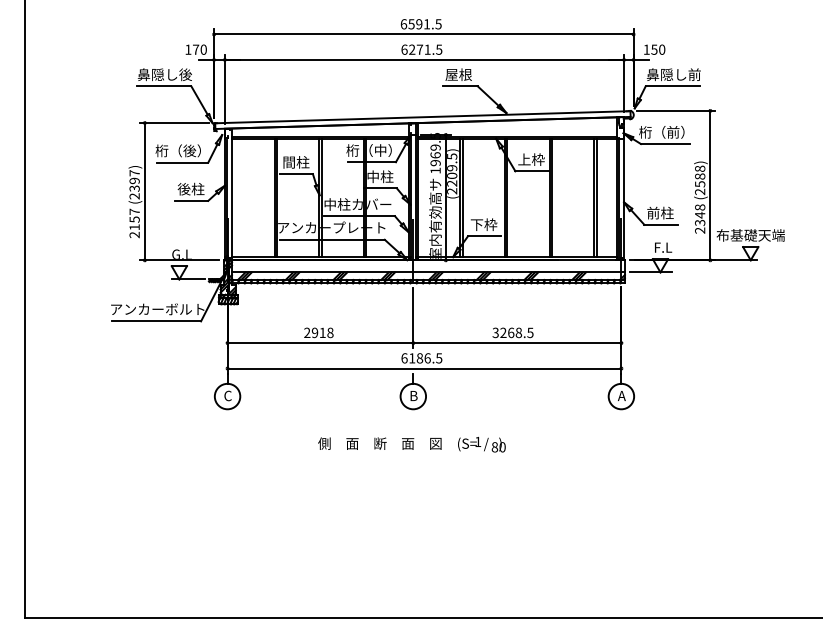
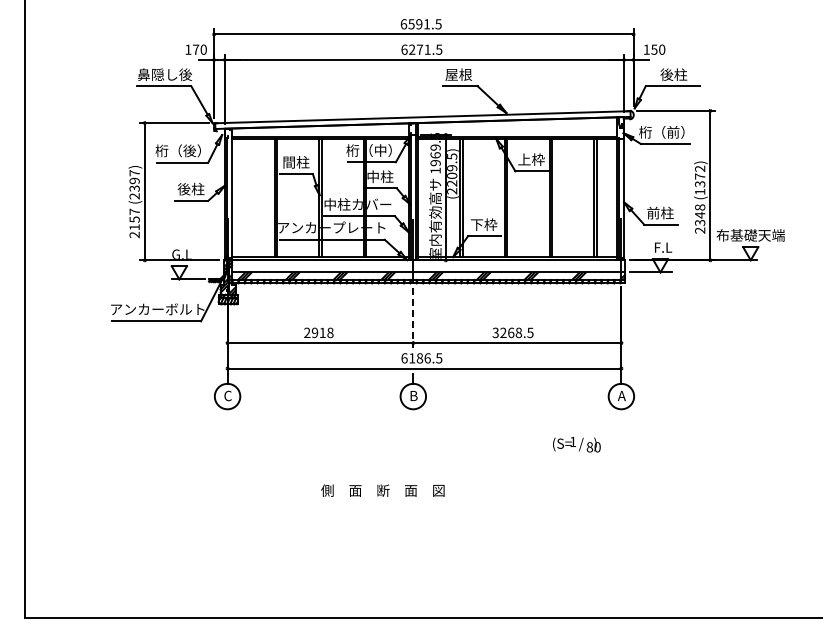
text at (673, 74): 鼻隠し前 -> 後柱
text at (700, 180): (2588) -> (1372)
line at (413, 318): solid -> dashed
text at (379, 443) position: (379, 443) -> (382, 490)
text at (481, 444) position: (481, 444) -> (576, 444)
